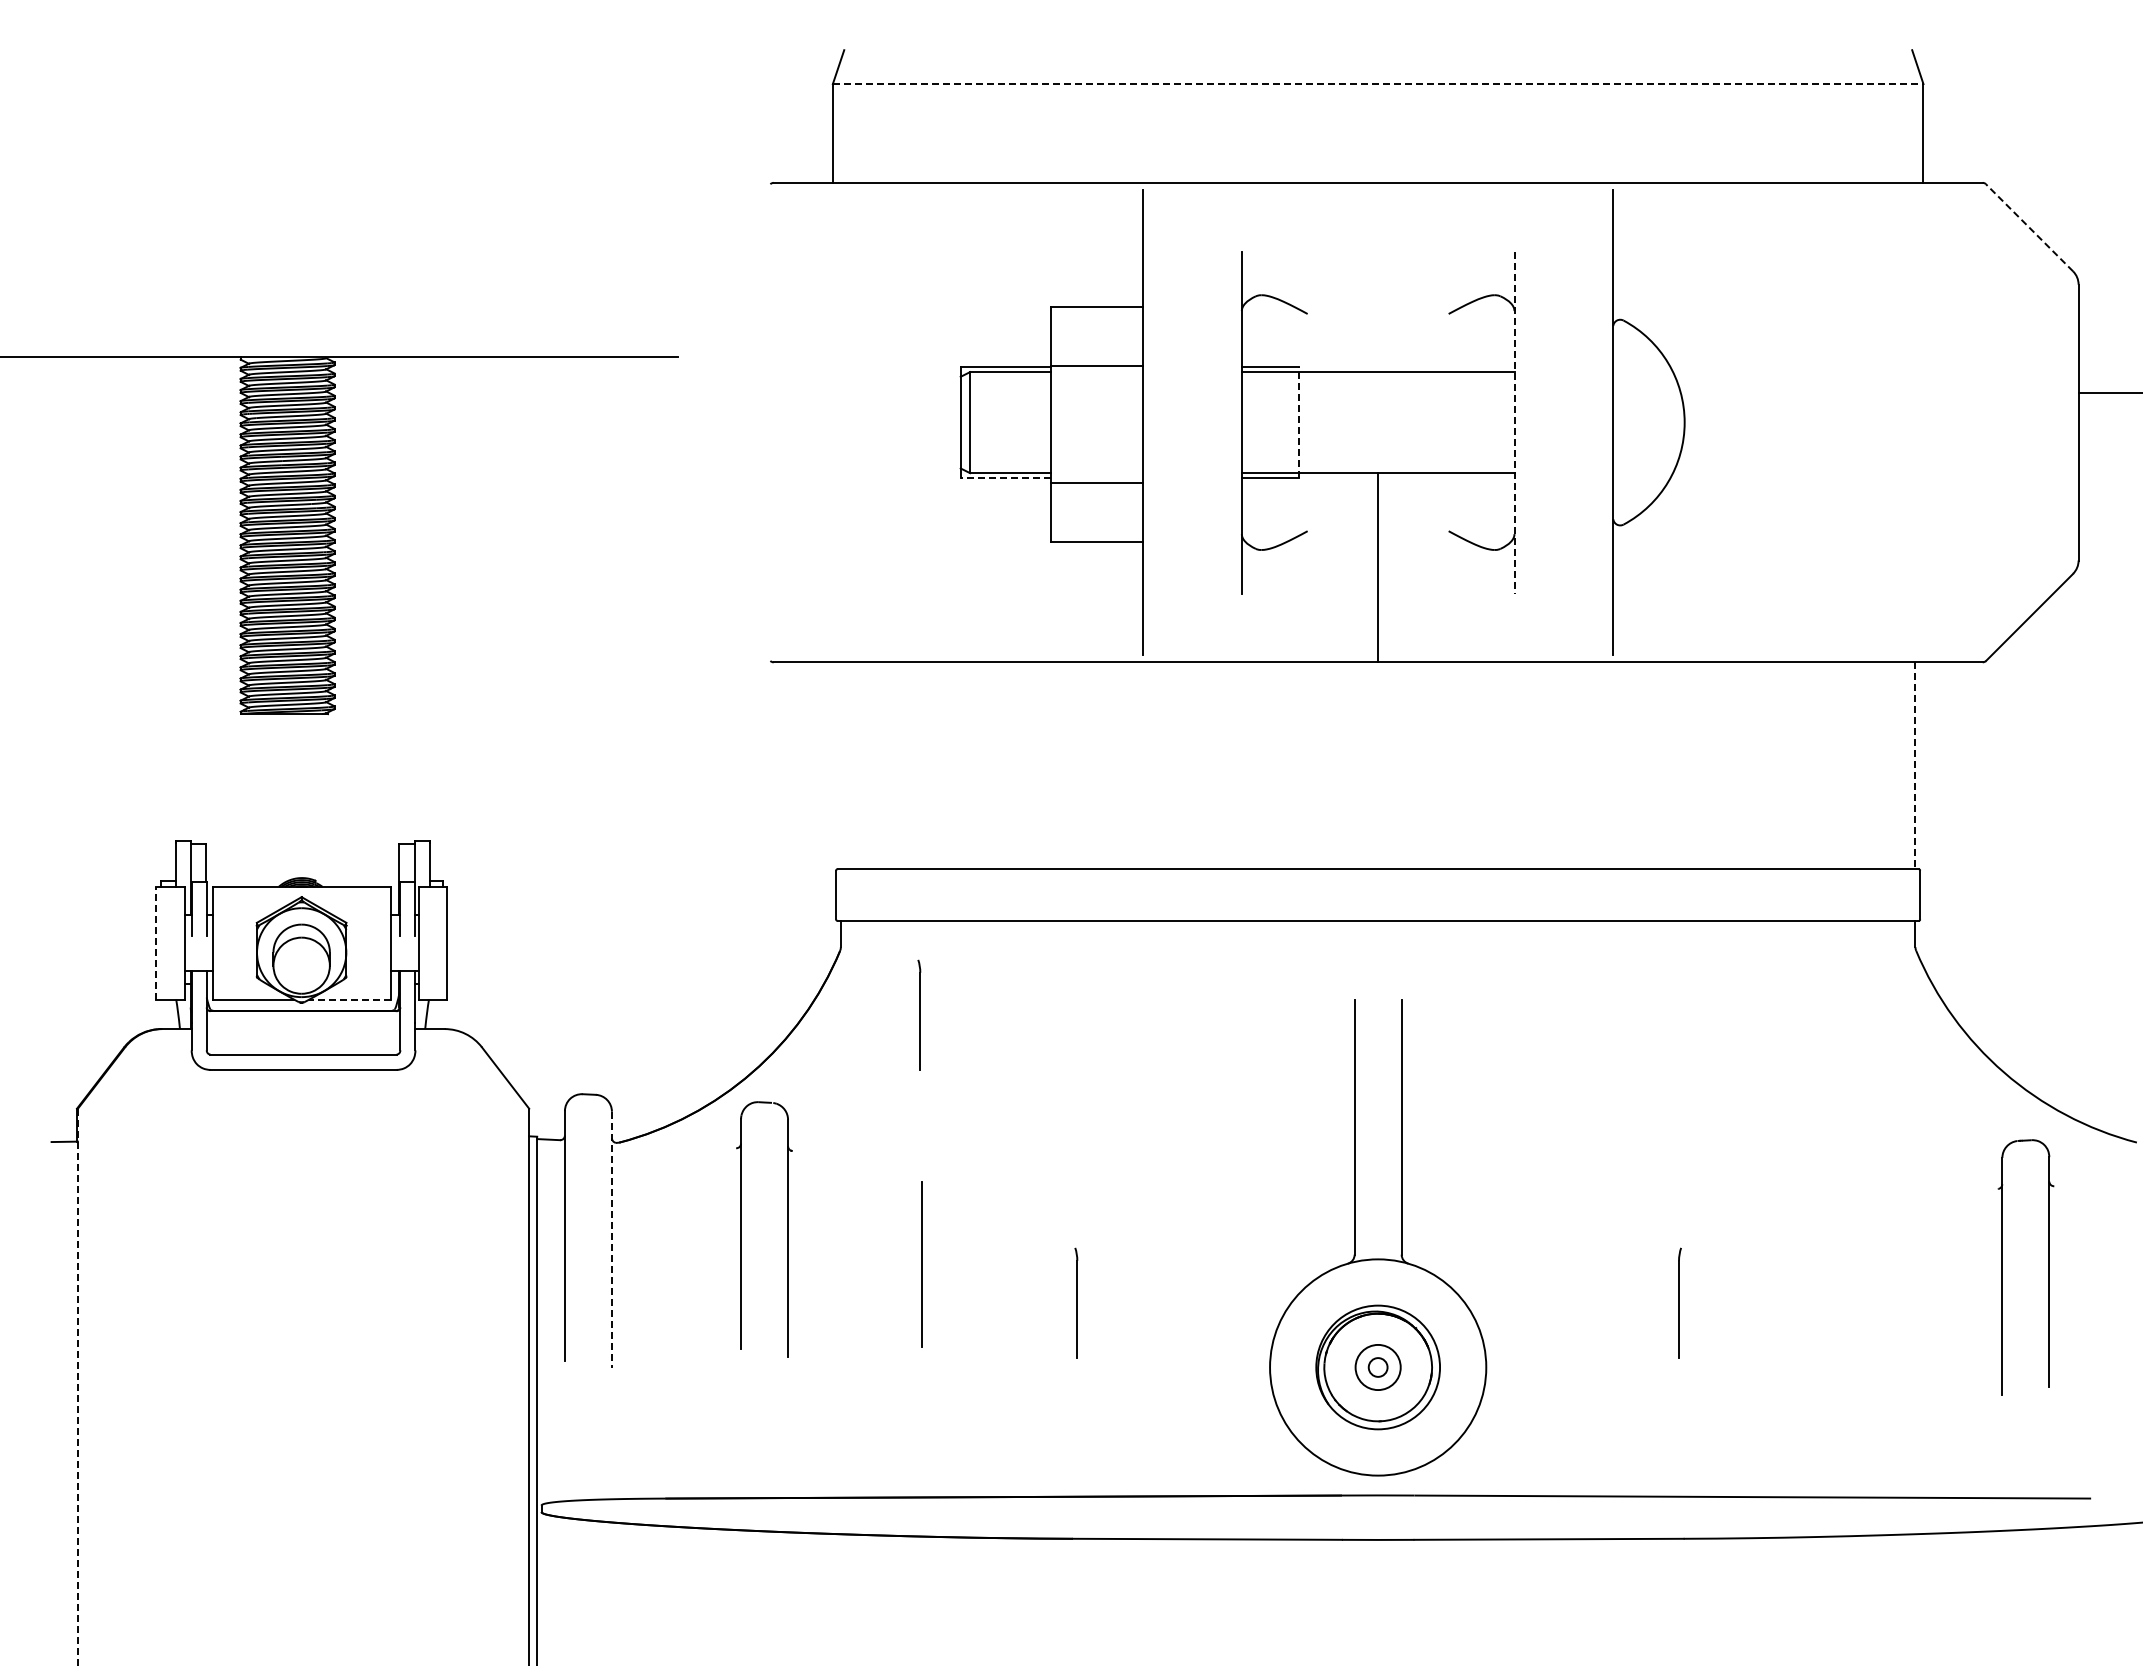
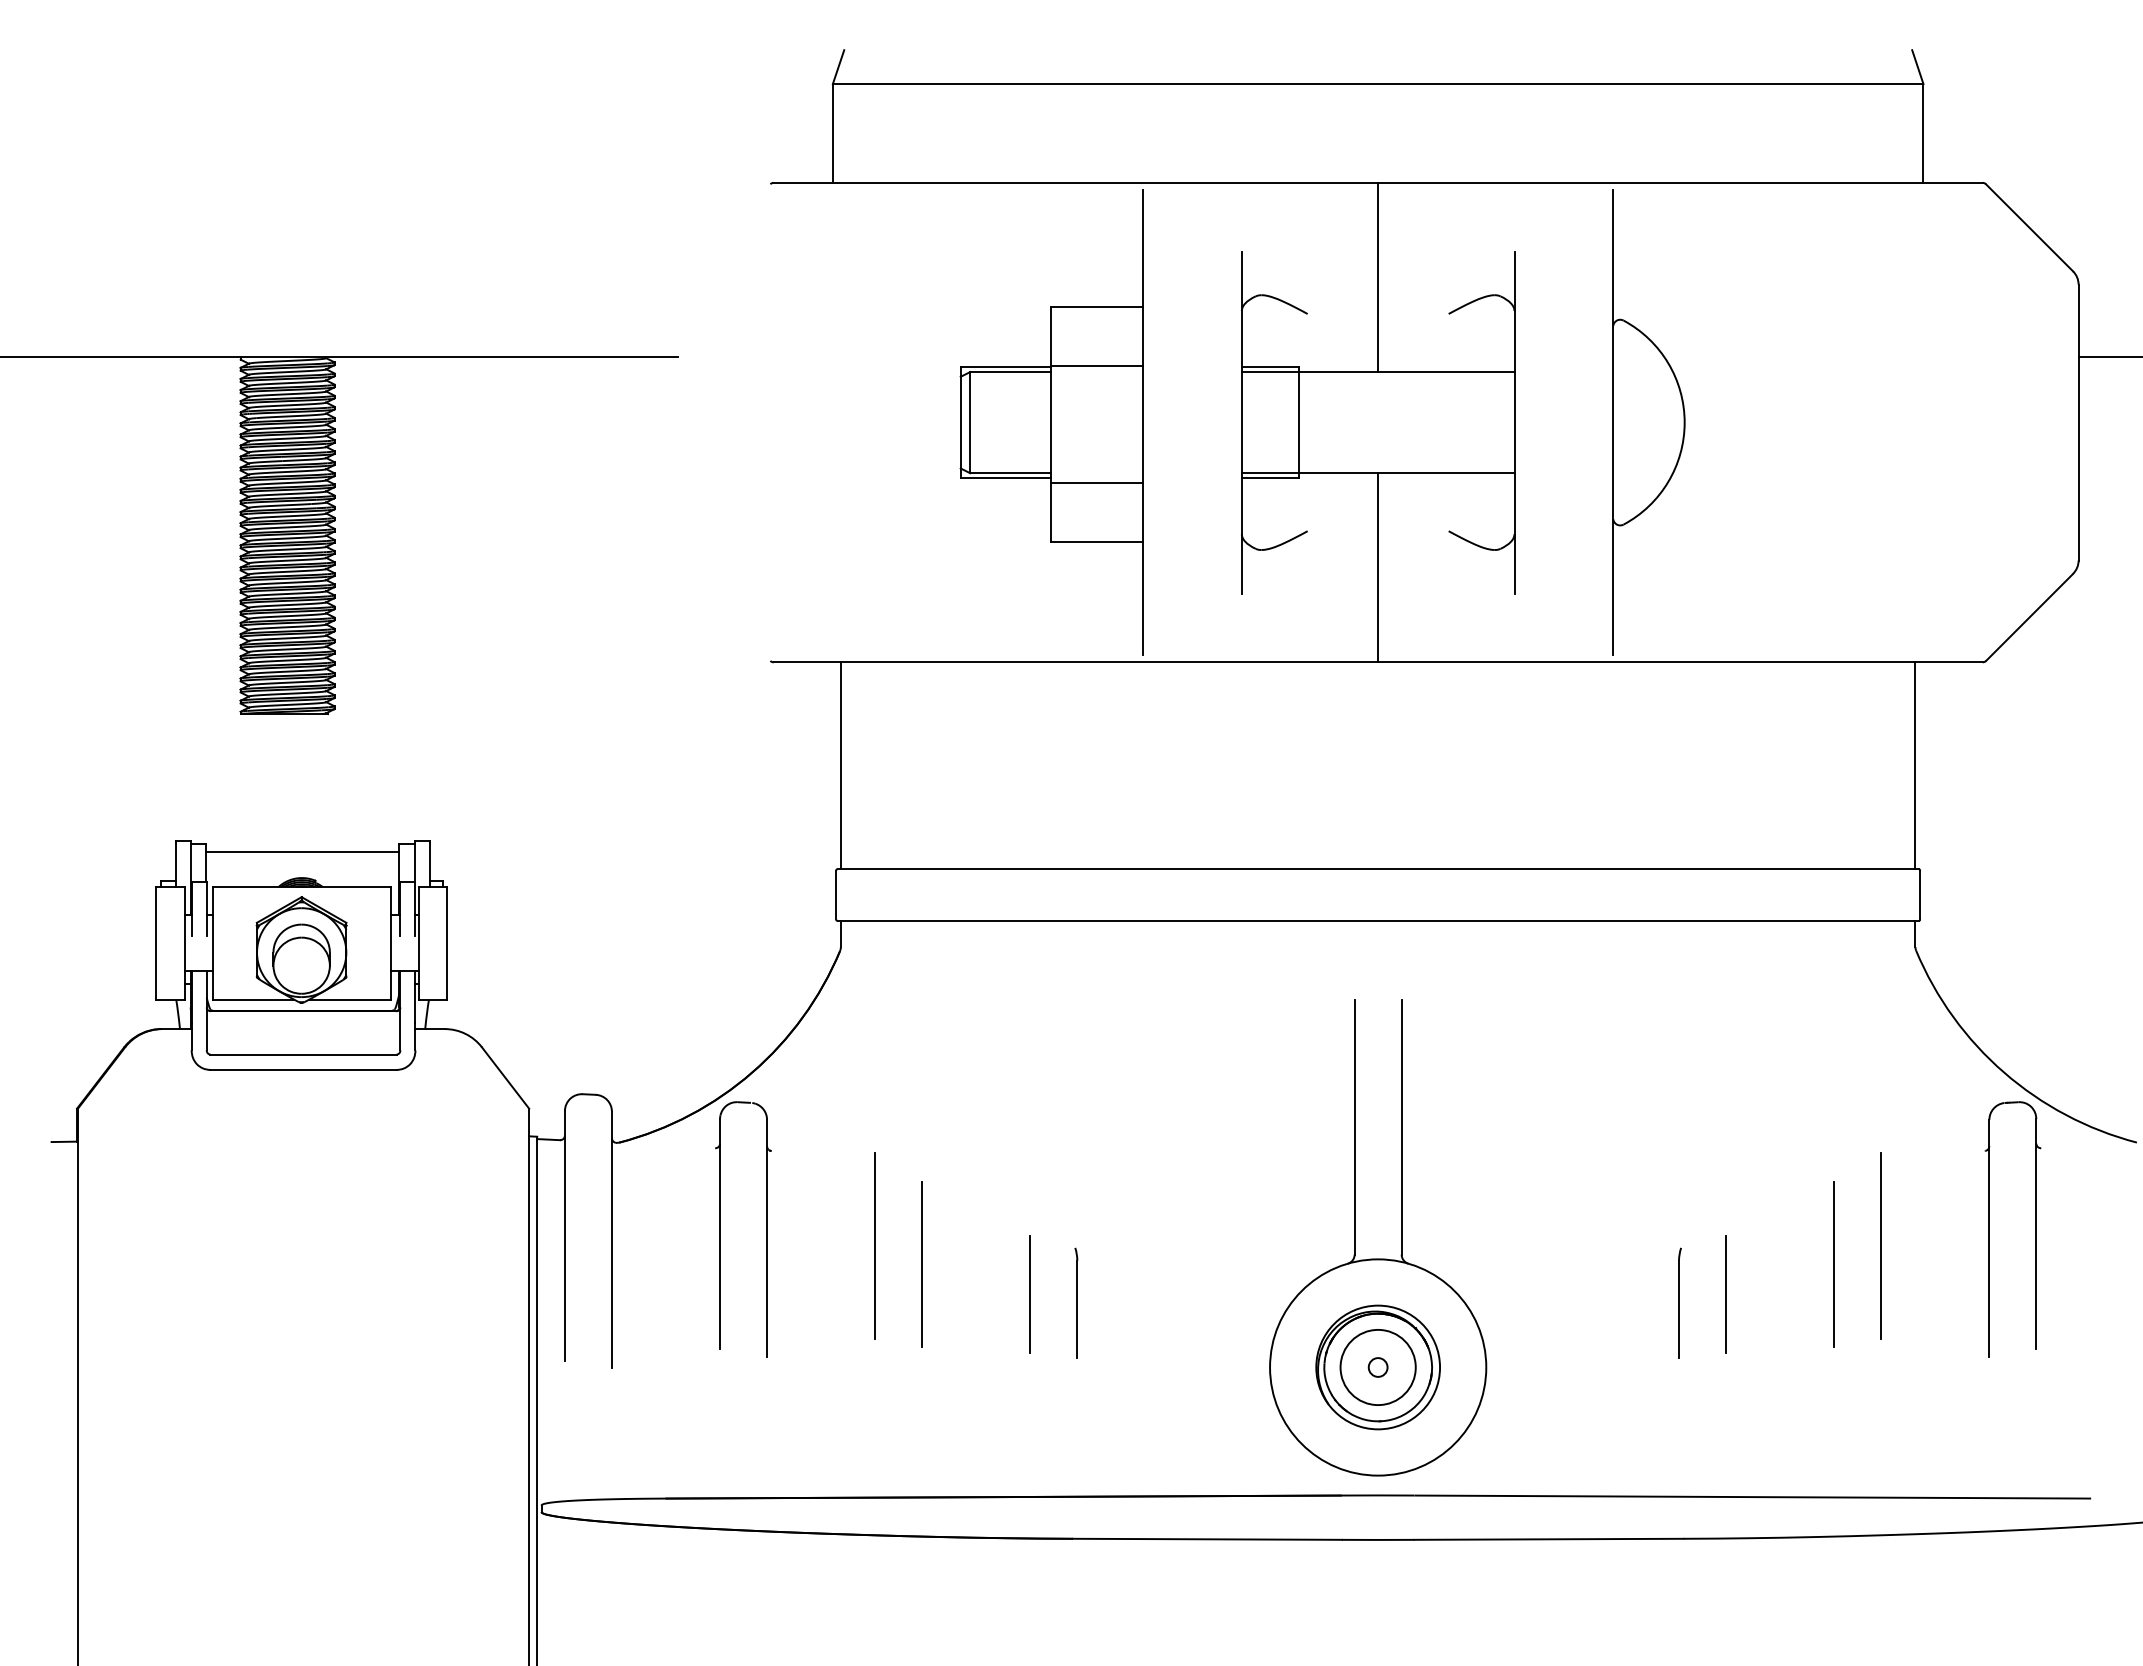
line at (1378, 84): dashed -> solid
line at (2029, 227): dashed -> solid
line at (1378, 277): none -> present
line at (2108, 392) position: (2108, 392) -> (2108, 356)
line at (1299, 422): dashed -> solid
line at (1514, 423): dashed -> solid
line at (1005, 478): dashed -> solid
line at (840, 765): none -> present
line at (1915, 766): dashed -> solid
line at (302, 851): none -> present
line at (156, 942): dashed -> solid
line at (349, 999): dashed -> solid
part at (919, 1014): present -> none
part at (741, 1229) position: (741, 1229) -> (720, 1229)
line at (611, 1240): dashed -> solid
line at (874, 1245): none -> present
line at (1881, 1245): none -> present
line at (1834, 1263): none -> present
part at (2002, 1267) position: (2002, 1267) -> (1989, 1229)
line at (1030, 1294): none -> present
line at (1726, 1294): none -> present
circle at (1377, 1367) diameter: 45 px -> 75 px
line at (77, 1387): dashed -> solid
